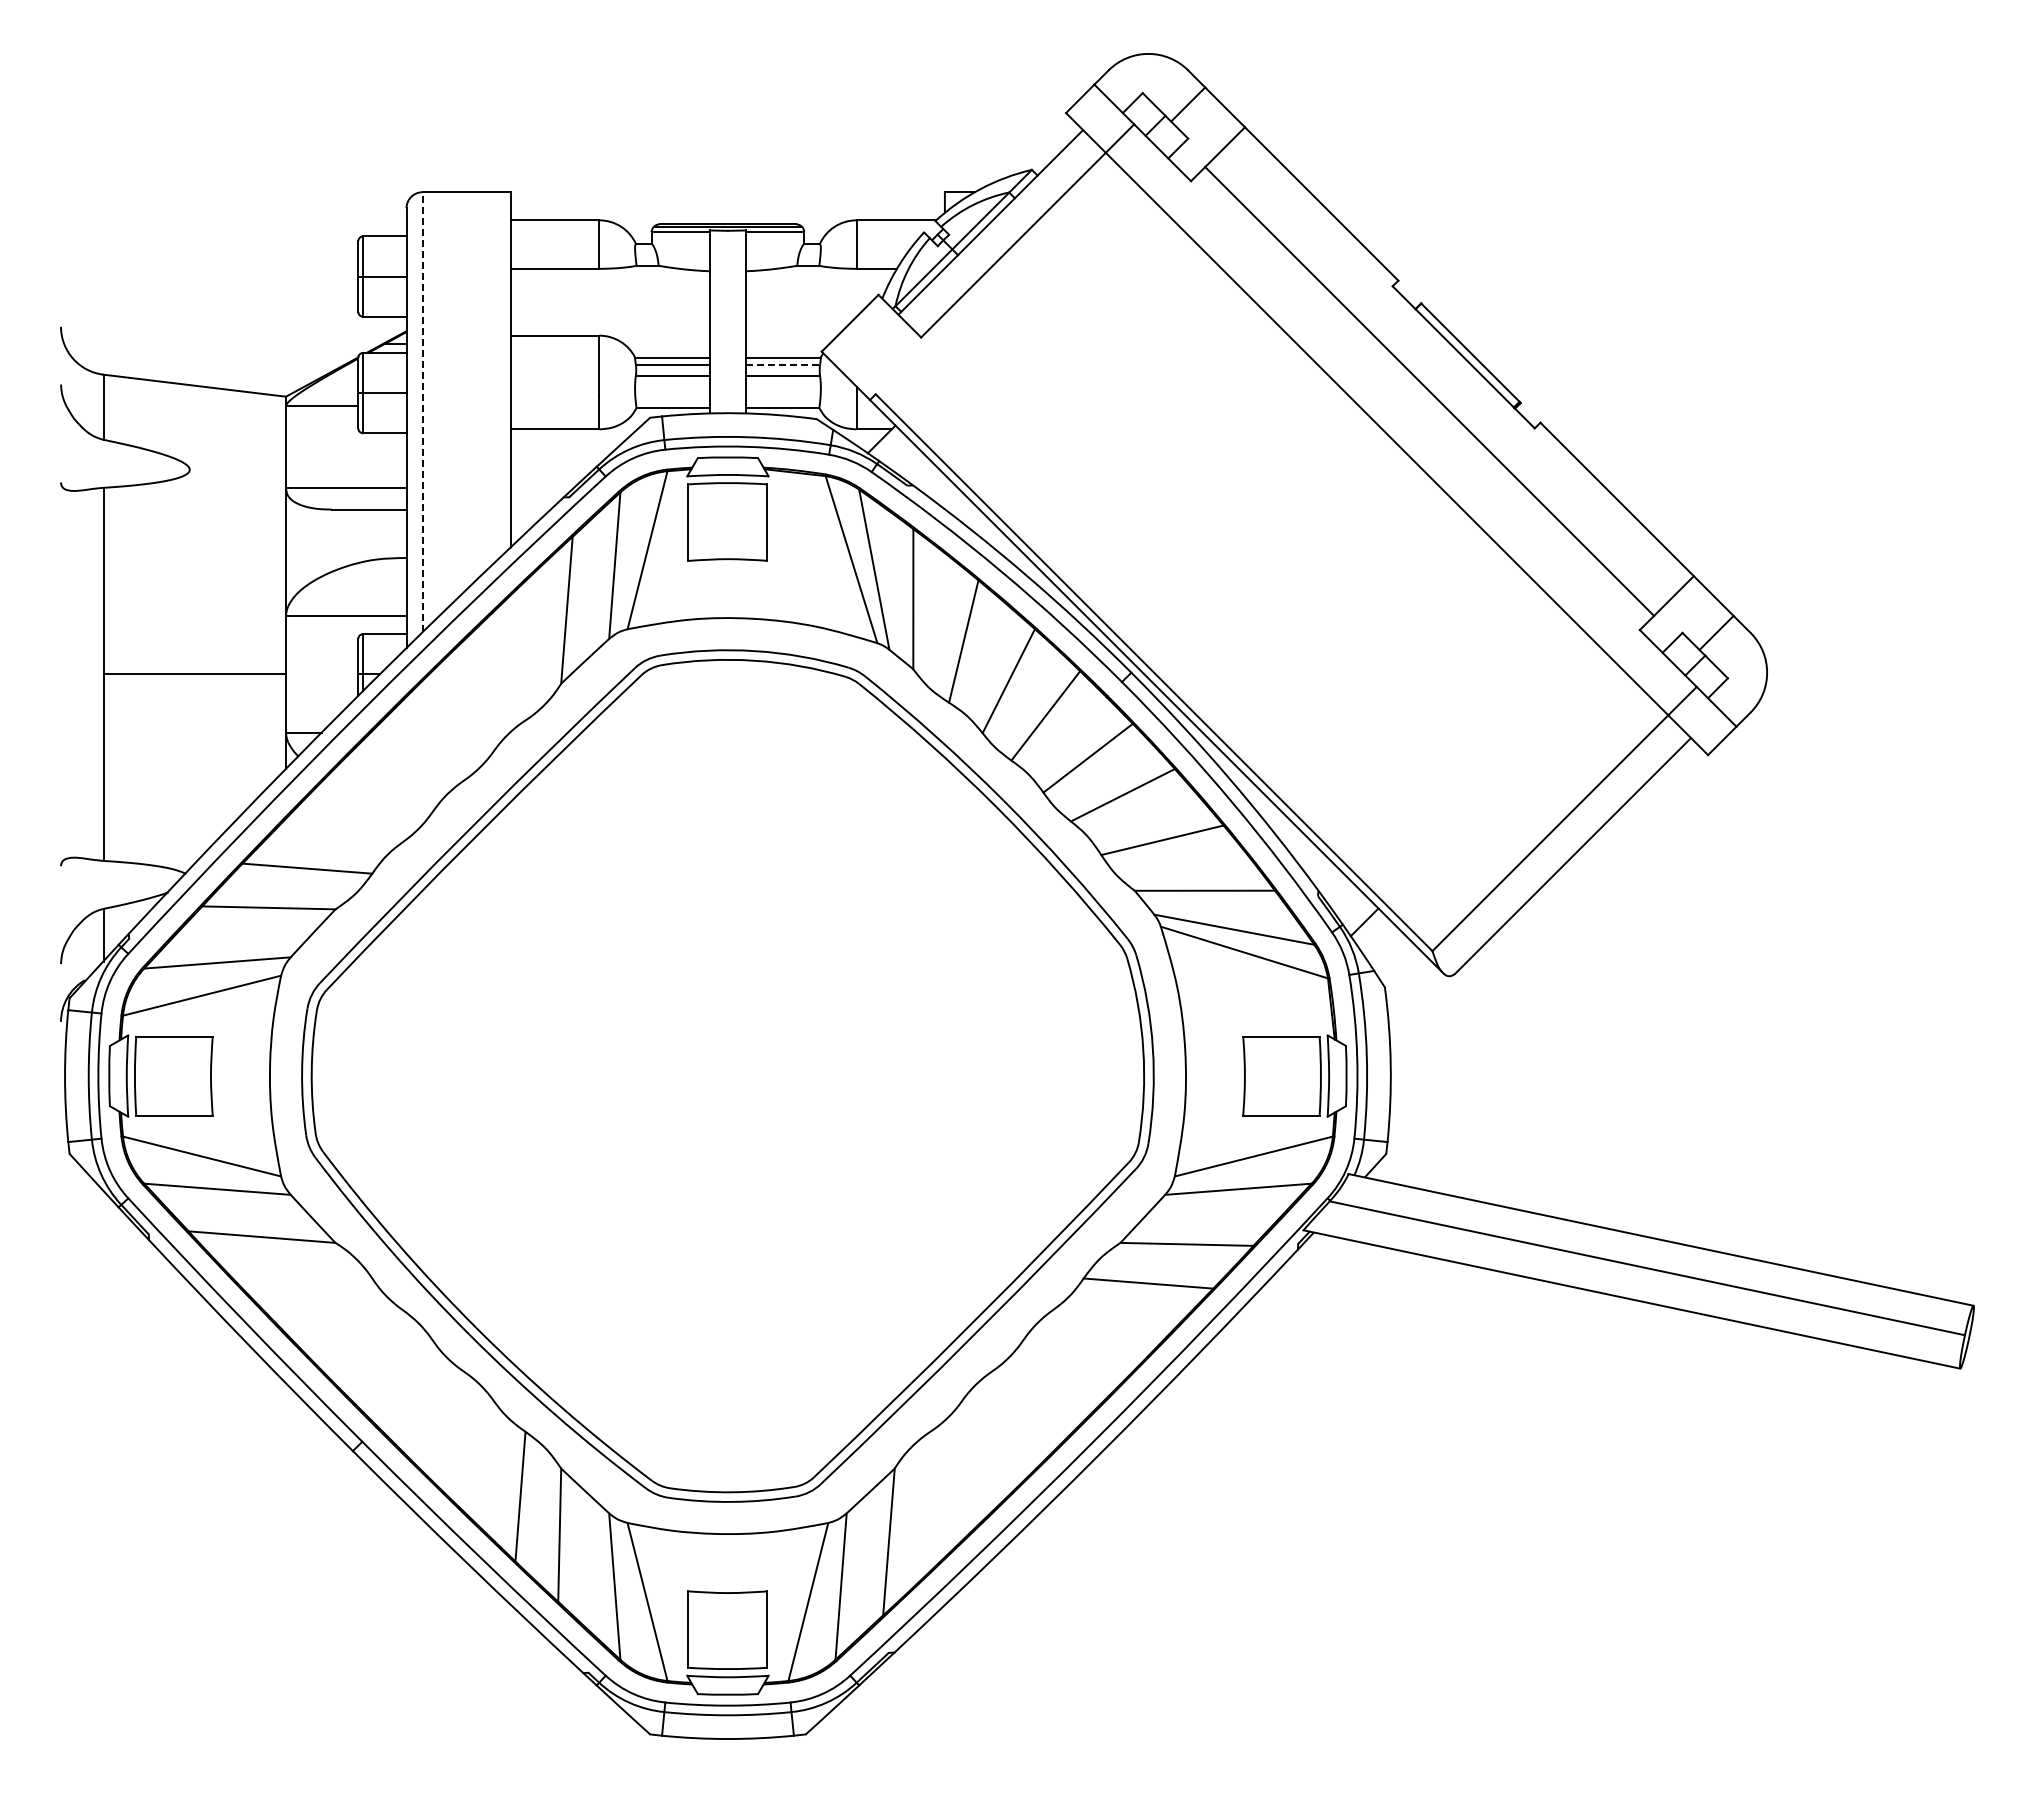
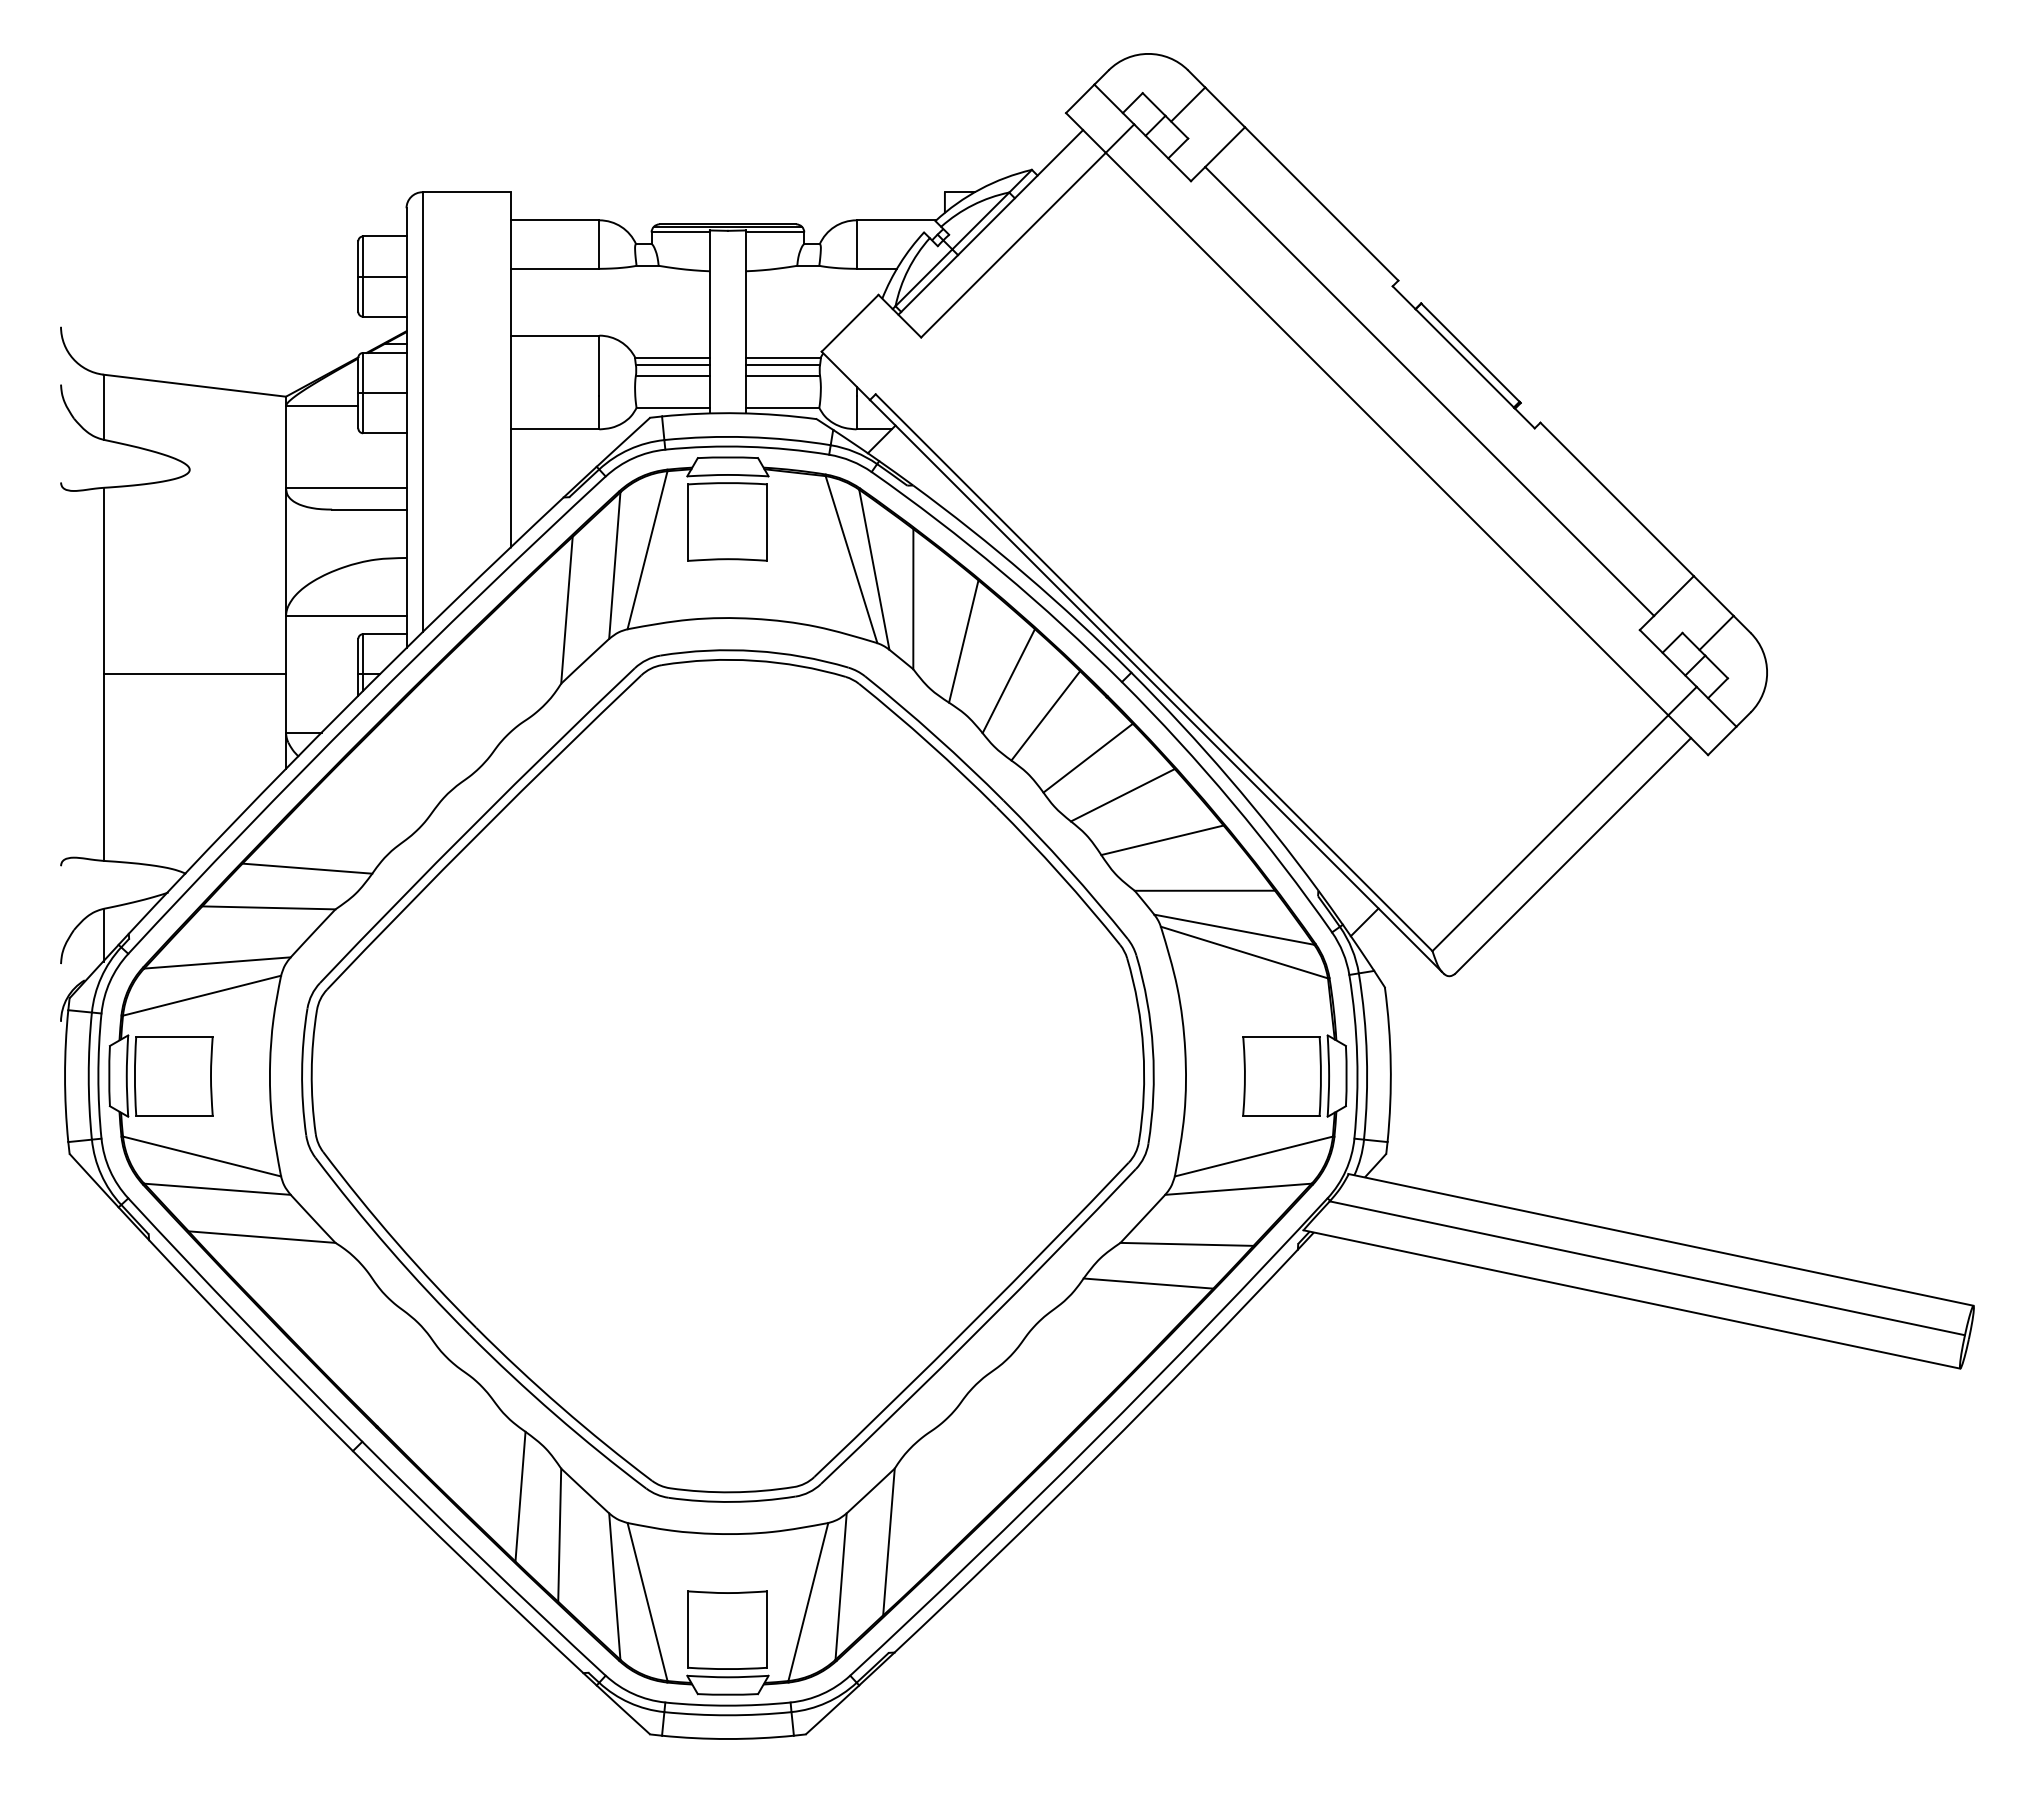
line at (783, 364): dashed -> solid
line at (422, 411): dashed -> solid
